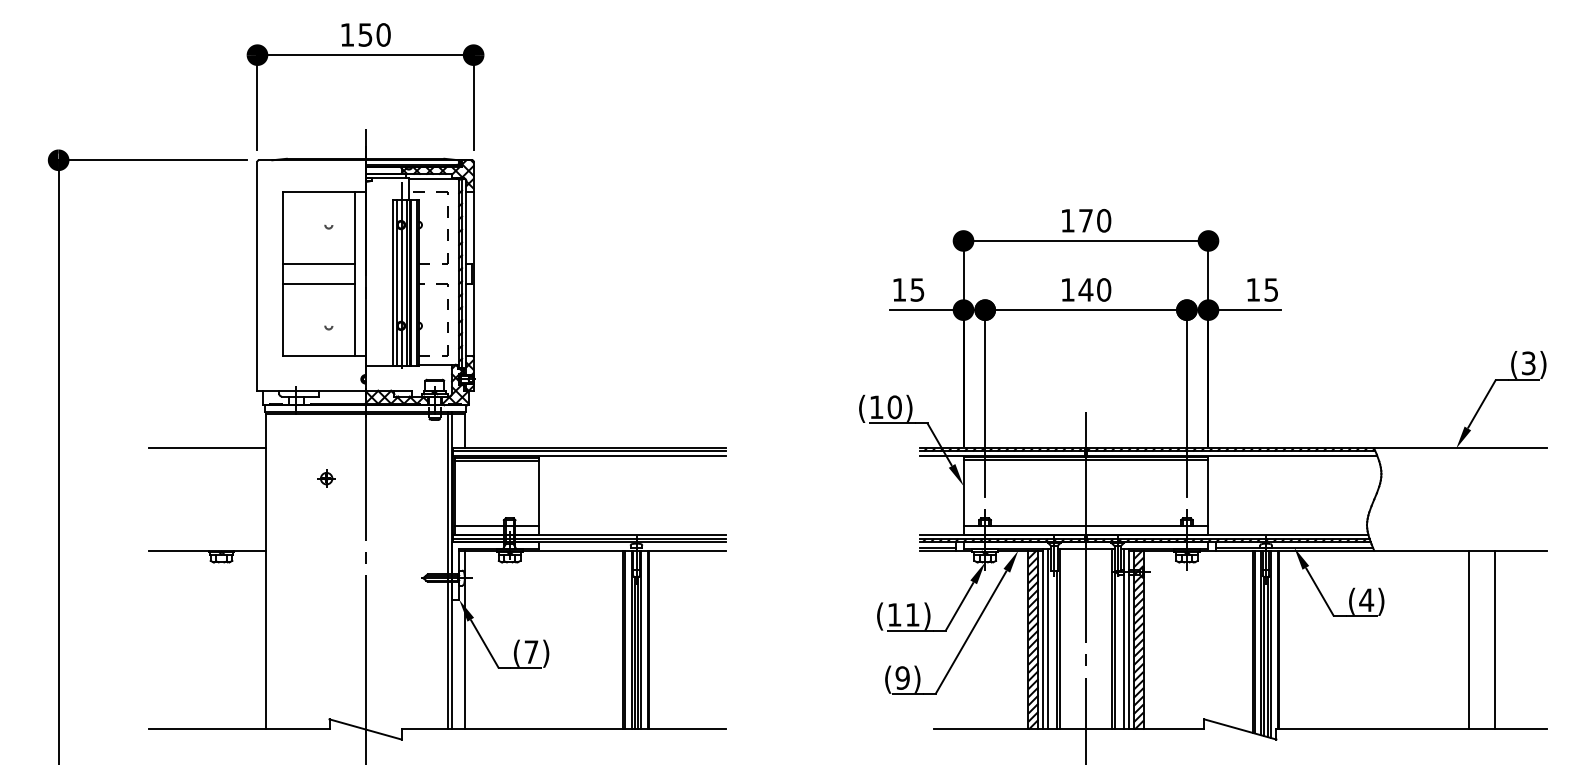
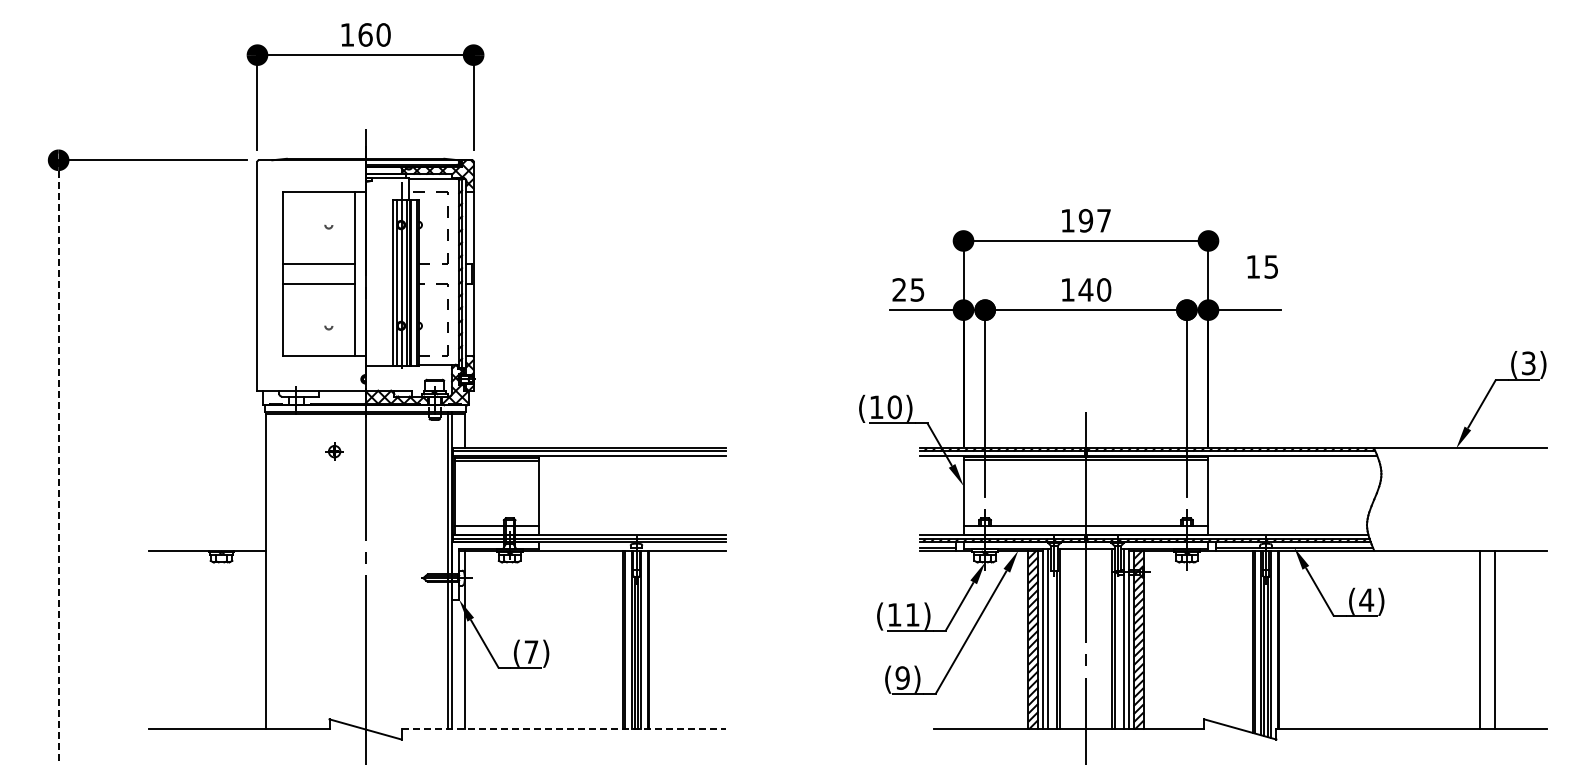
text at (365, 34): 150 -> 160
text at (1094, 220): 170 -> 197
text at (898, 289): 15 -> 25
text at (1262, 289) position: (1262, 289) -> (1262, 266)
line at (207, 448): present -> none
line at (58, 462): solid -> dashed
part at (326, 478) position: (326, 478) -> (334, 451)
line at (1469, 639) position: (1469, 639) -> (1480, 639)
line at (564, 729): solid -> dashed
